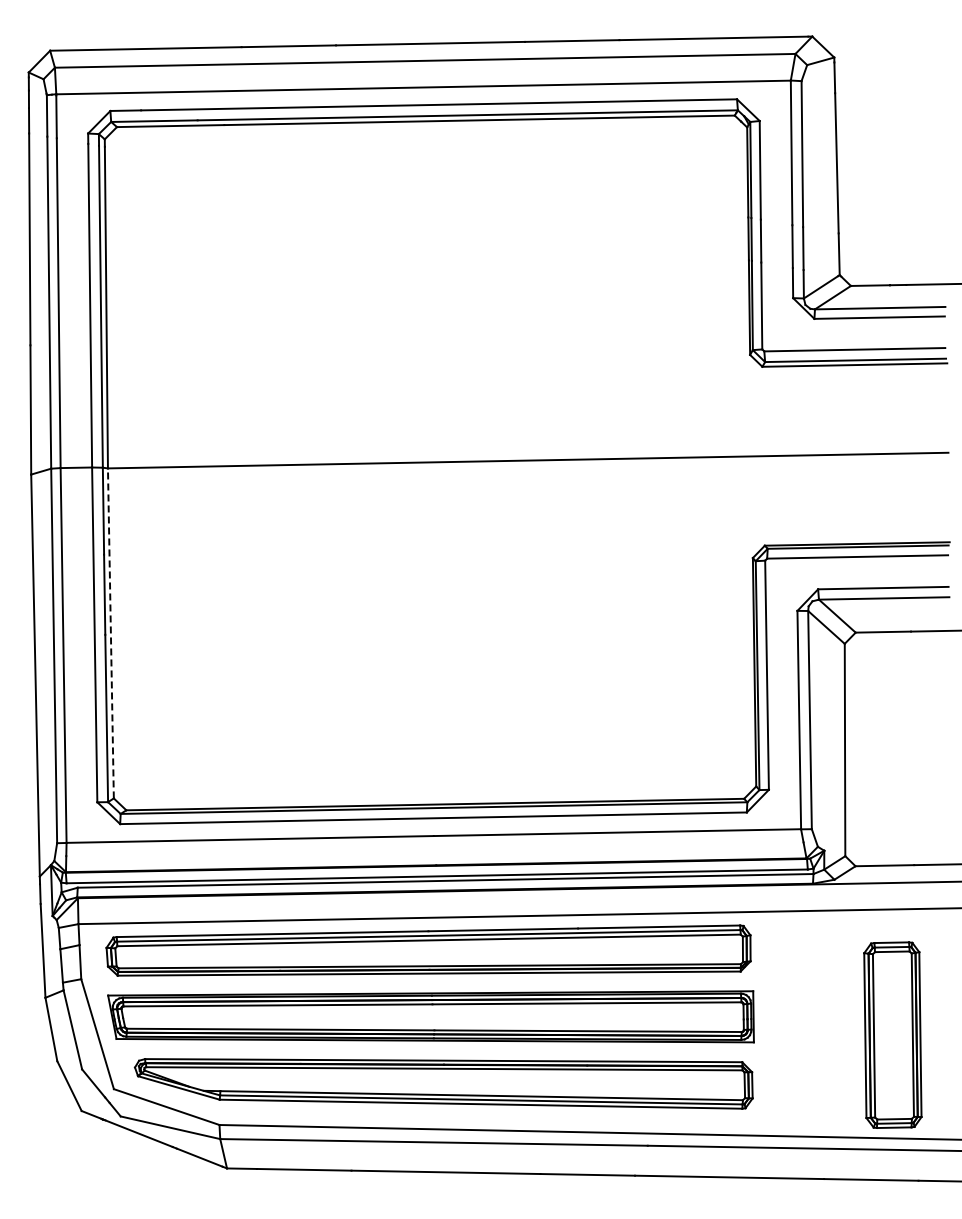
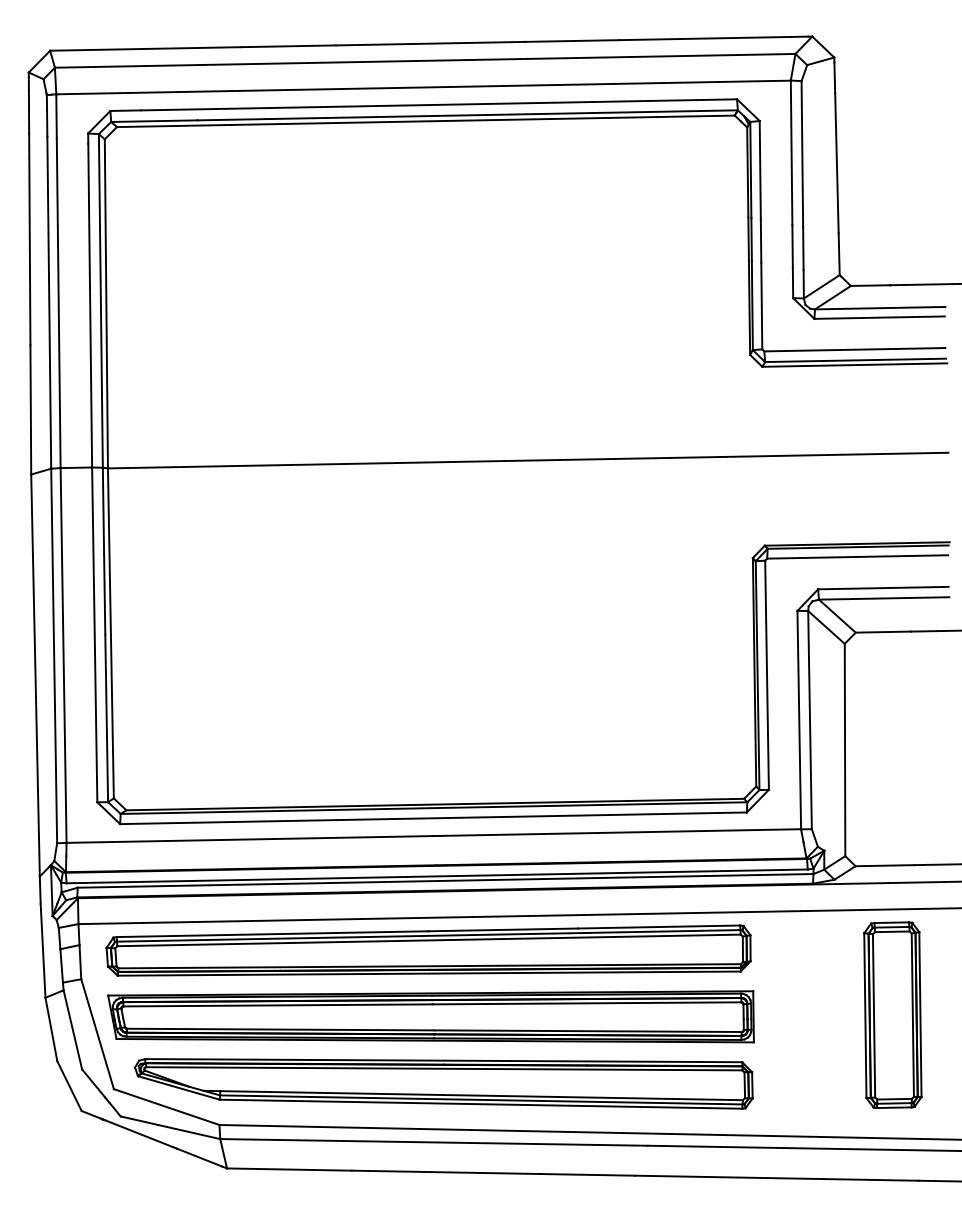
line at (110, 632): dashed -> solid
part at (892, 1034) position: (892, 1034) -> (892, 1014)
